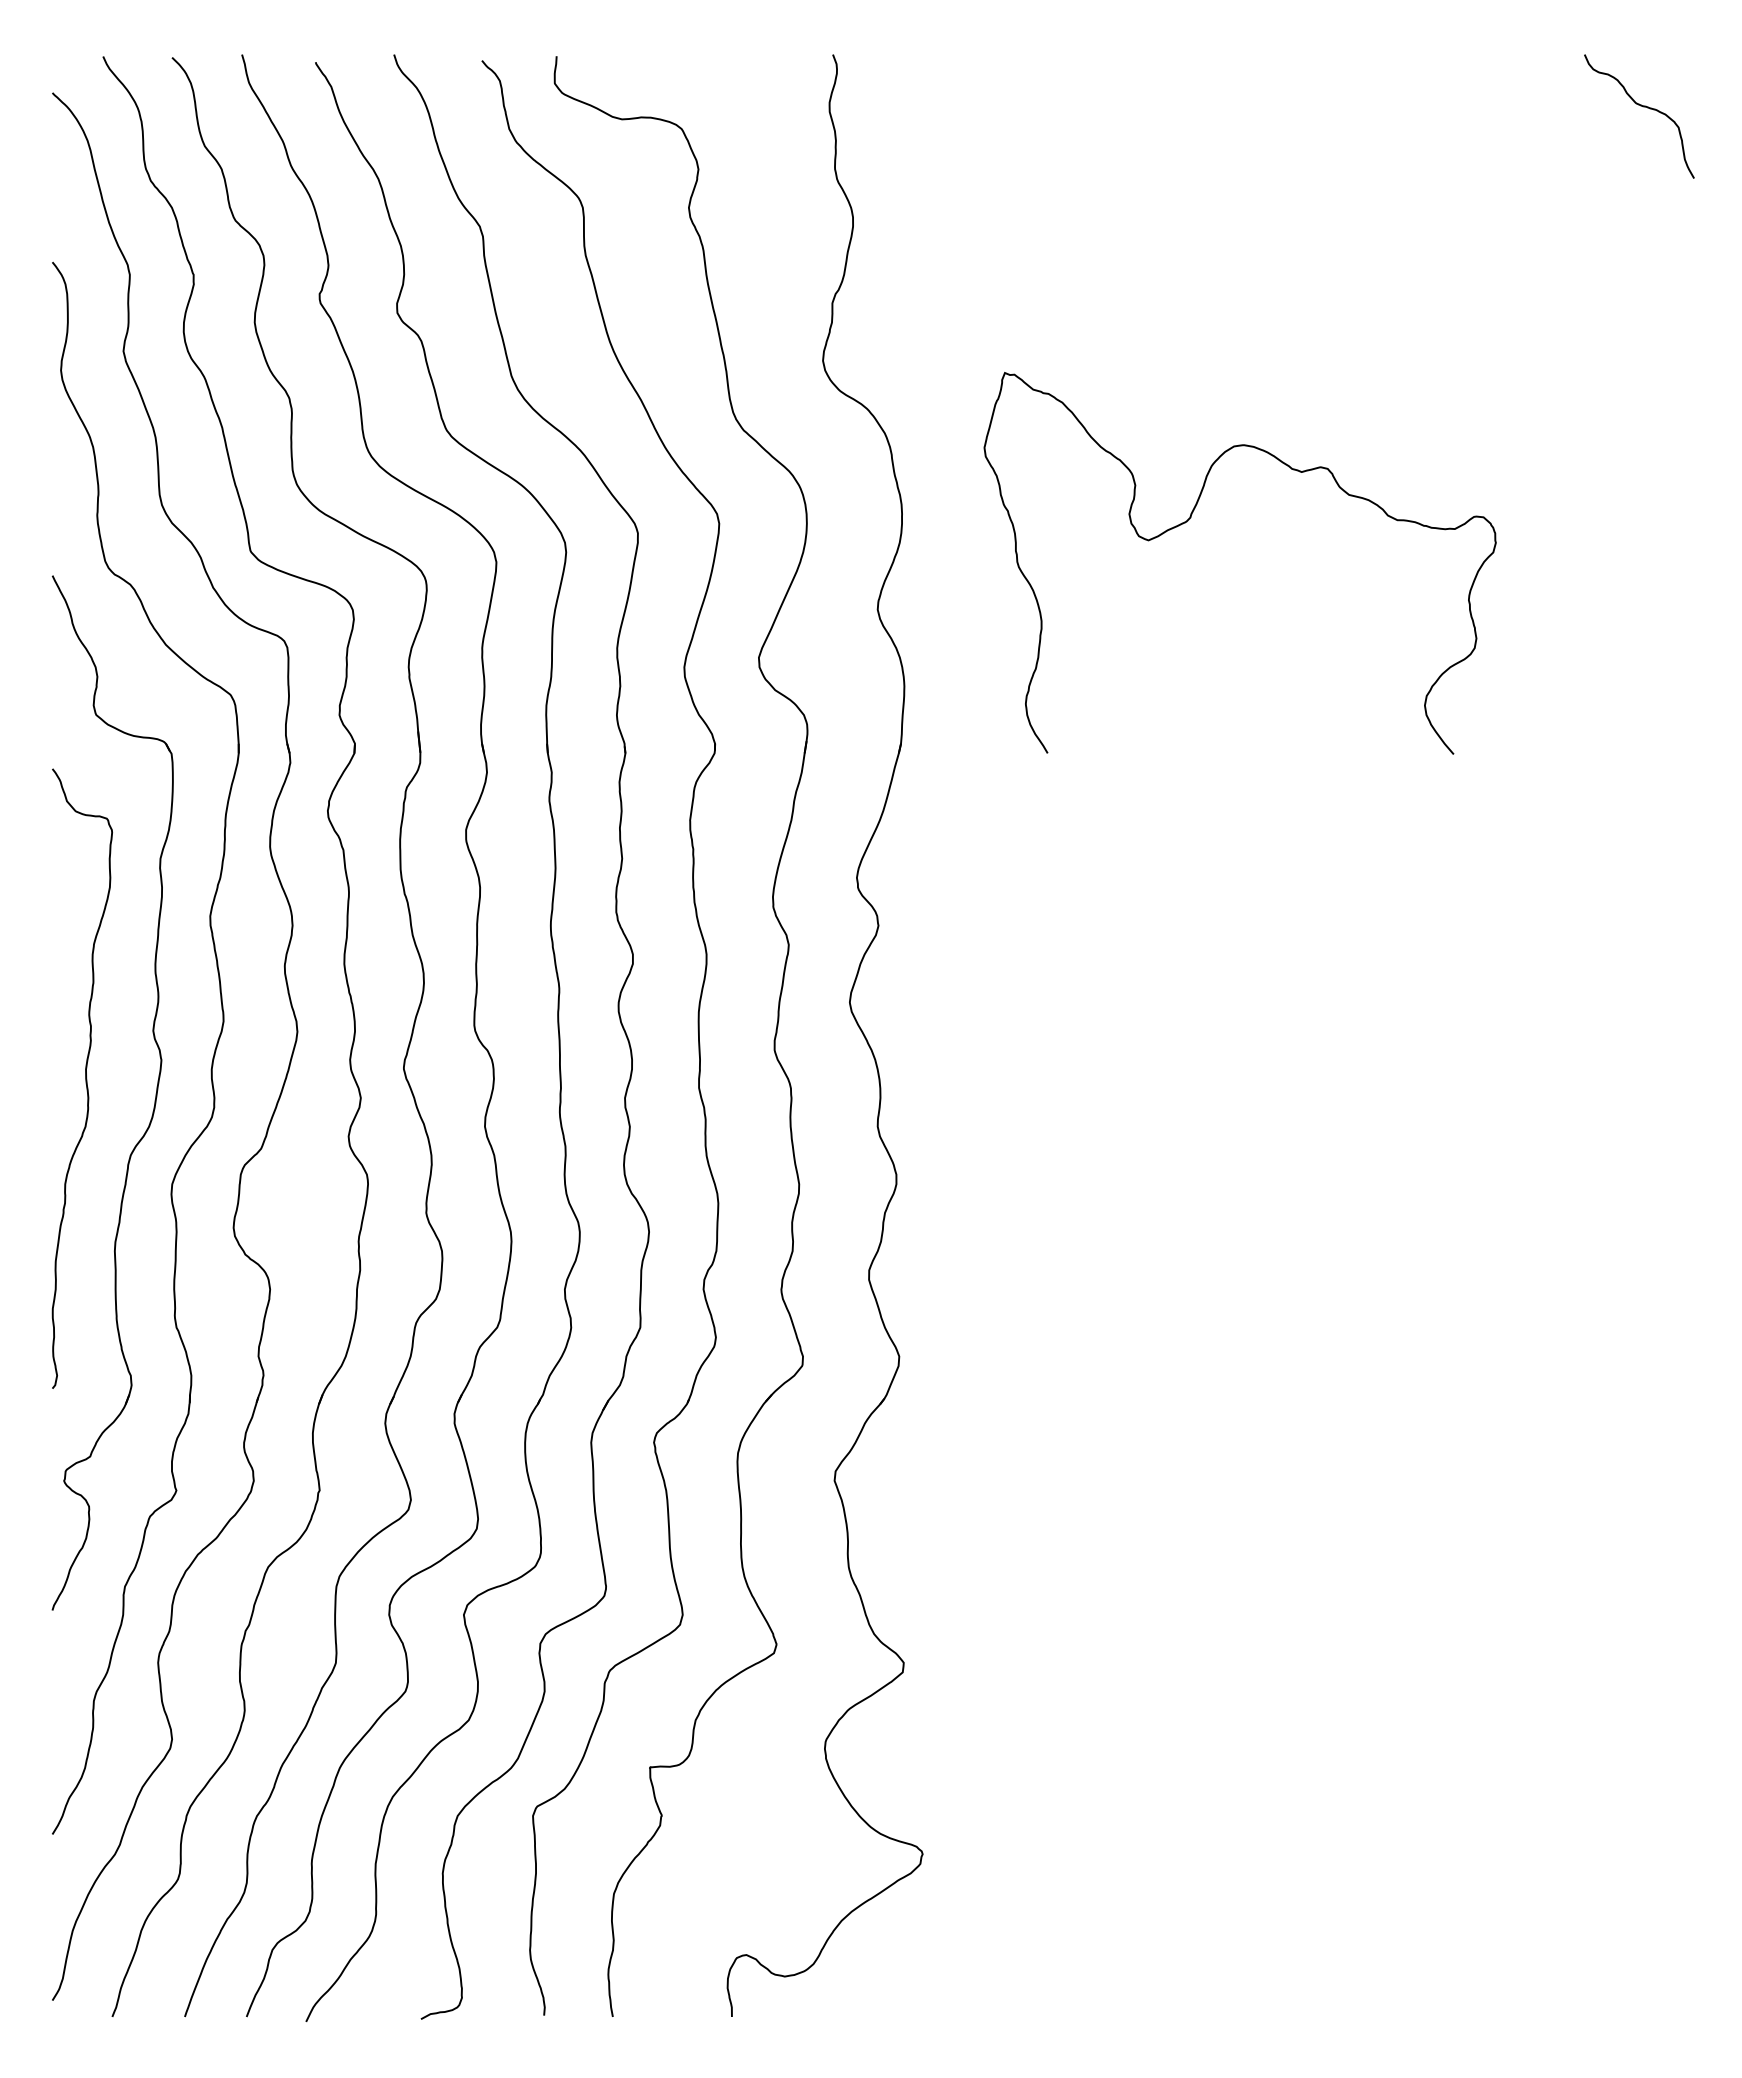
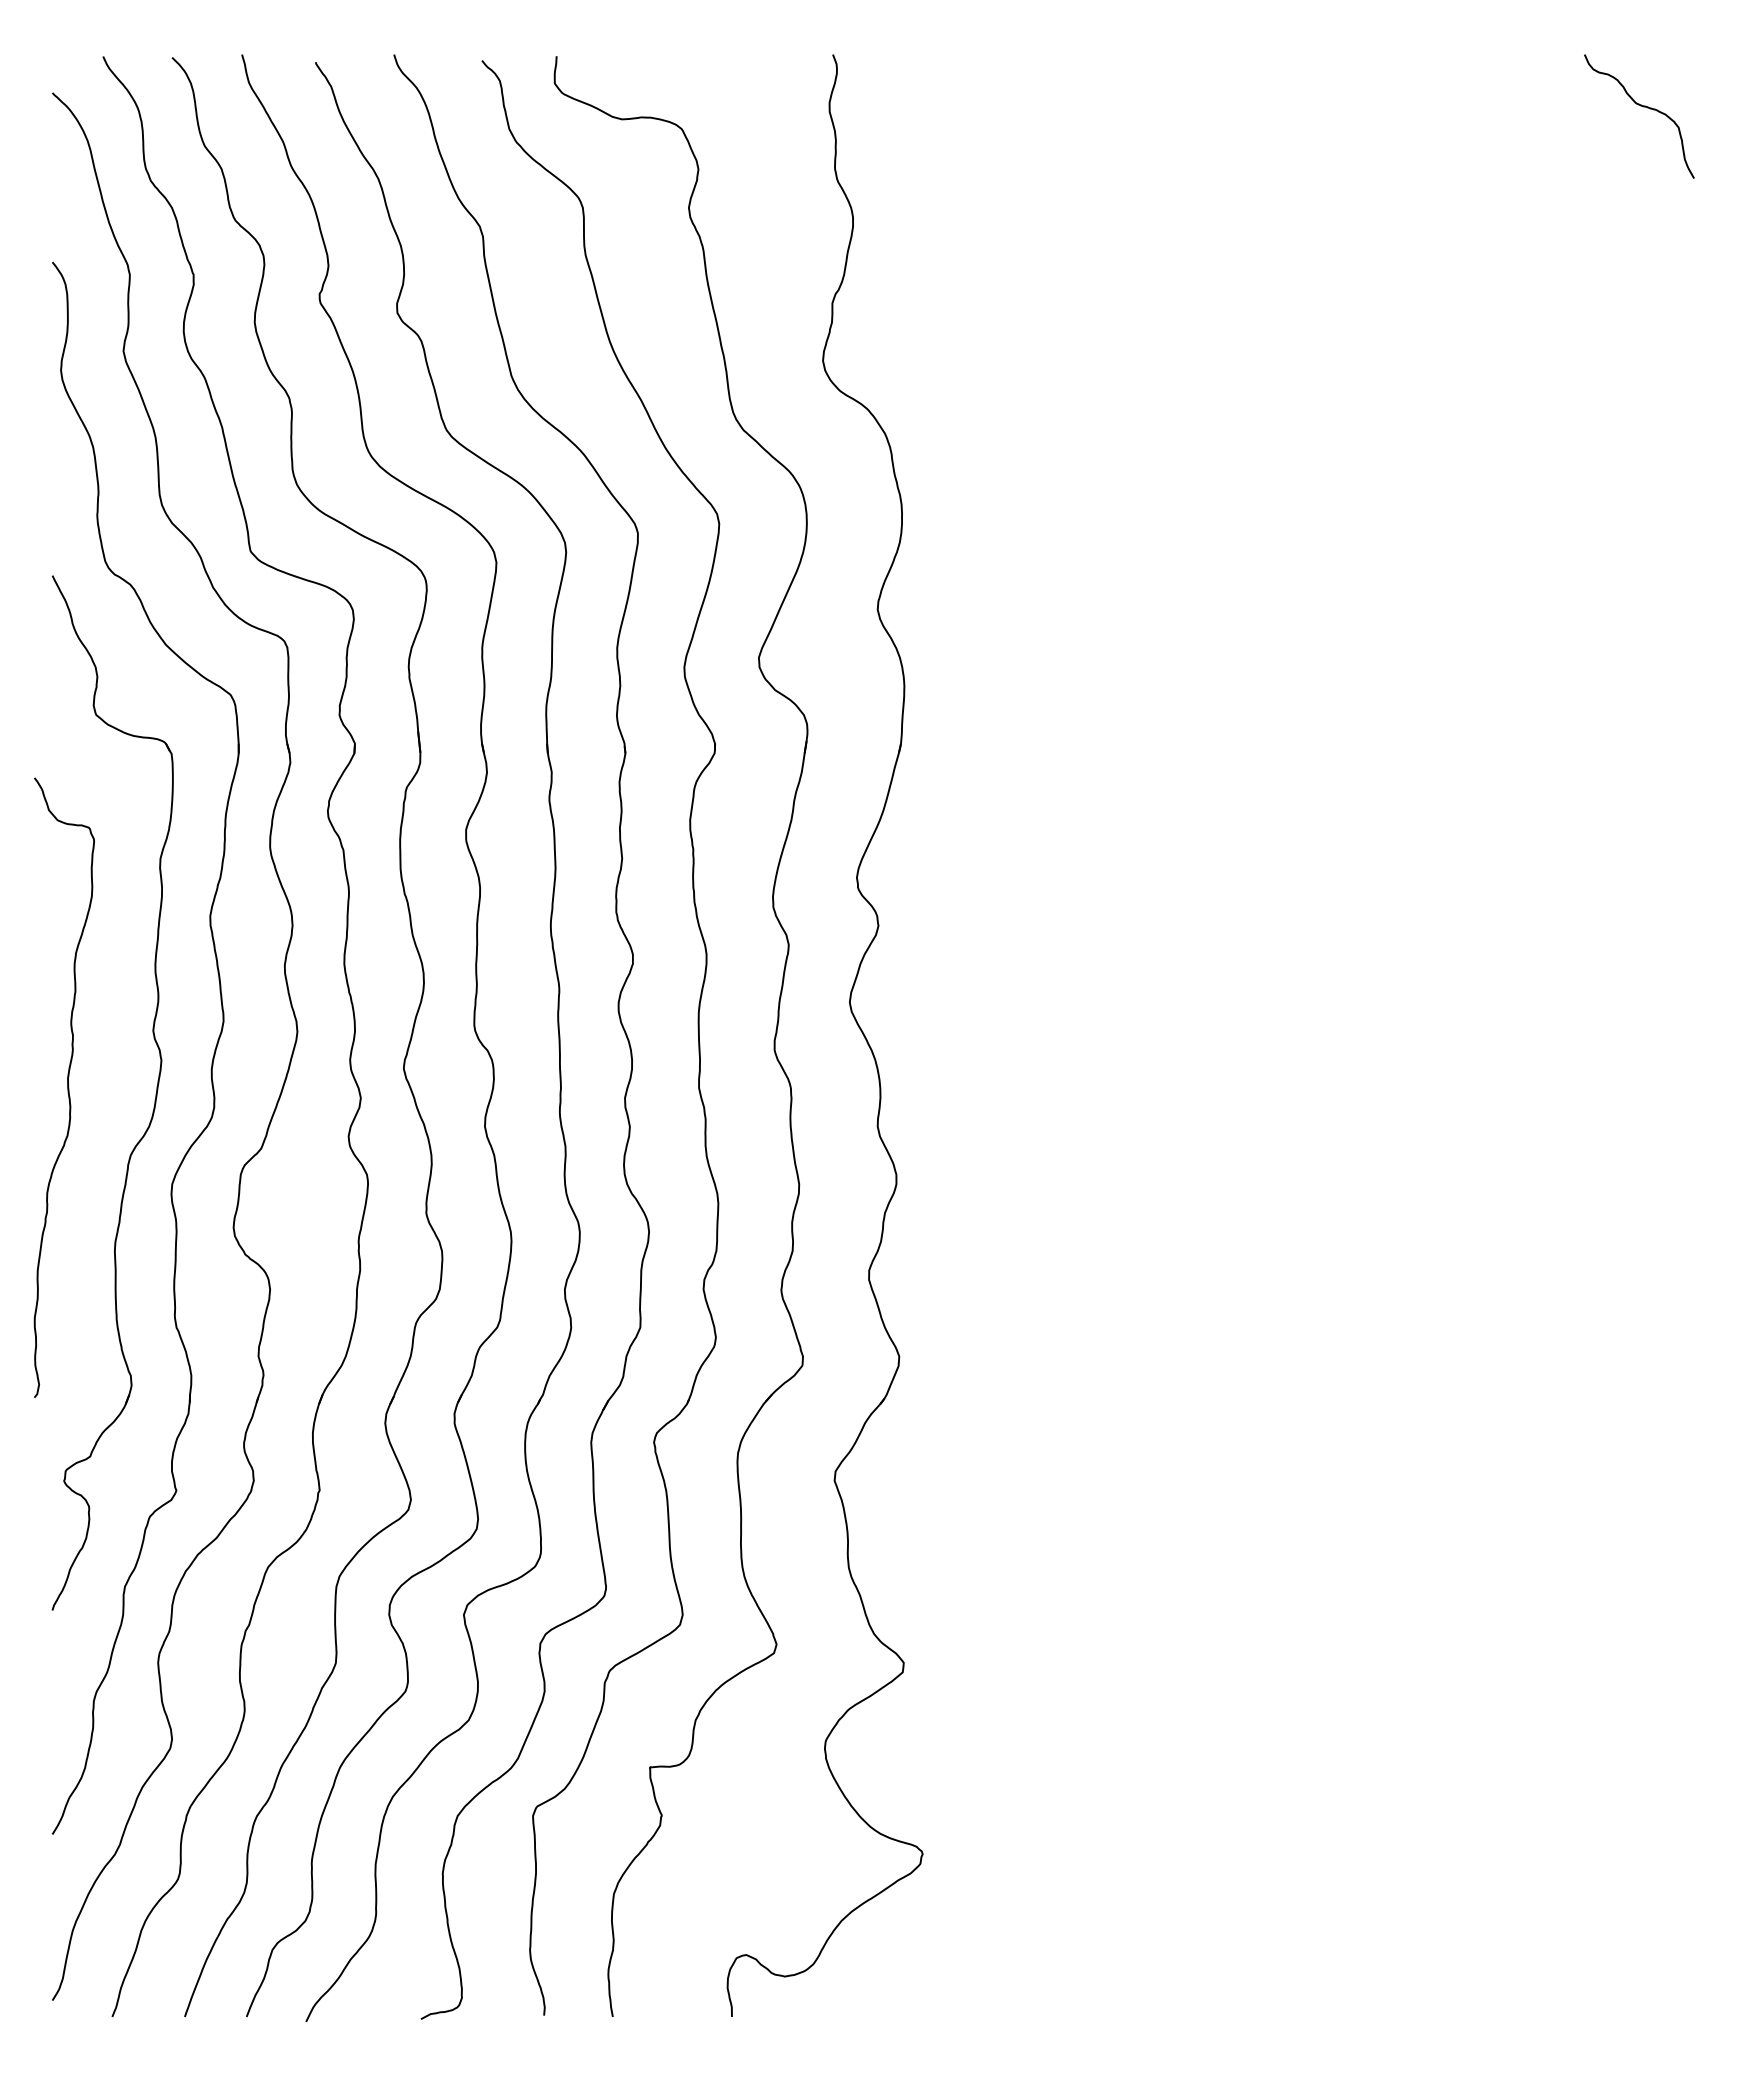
curve at (1188, 521): present -> none
curve at (85, 1078) position: (85, 1078) -> (67, 1087)
